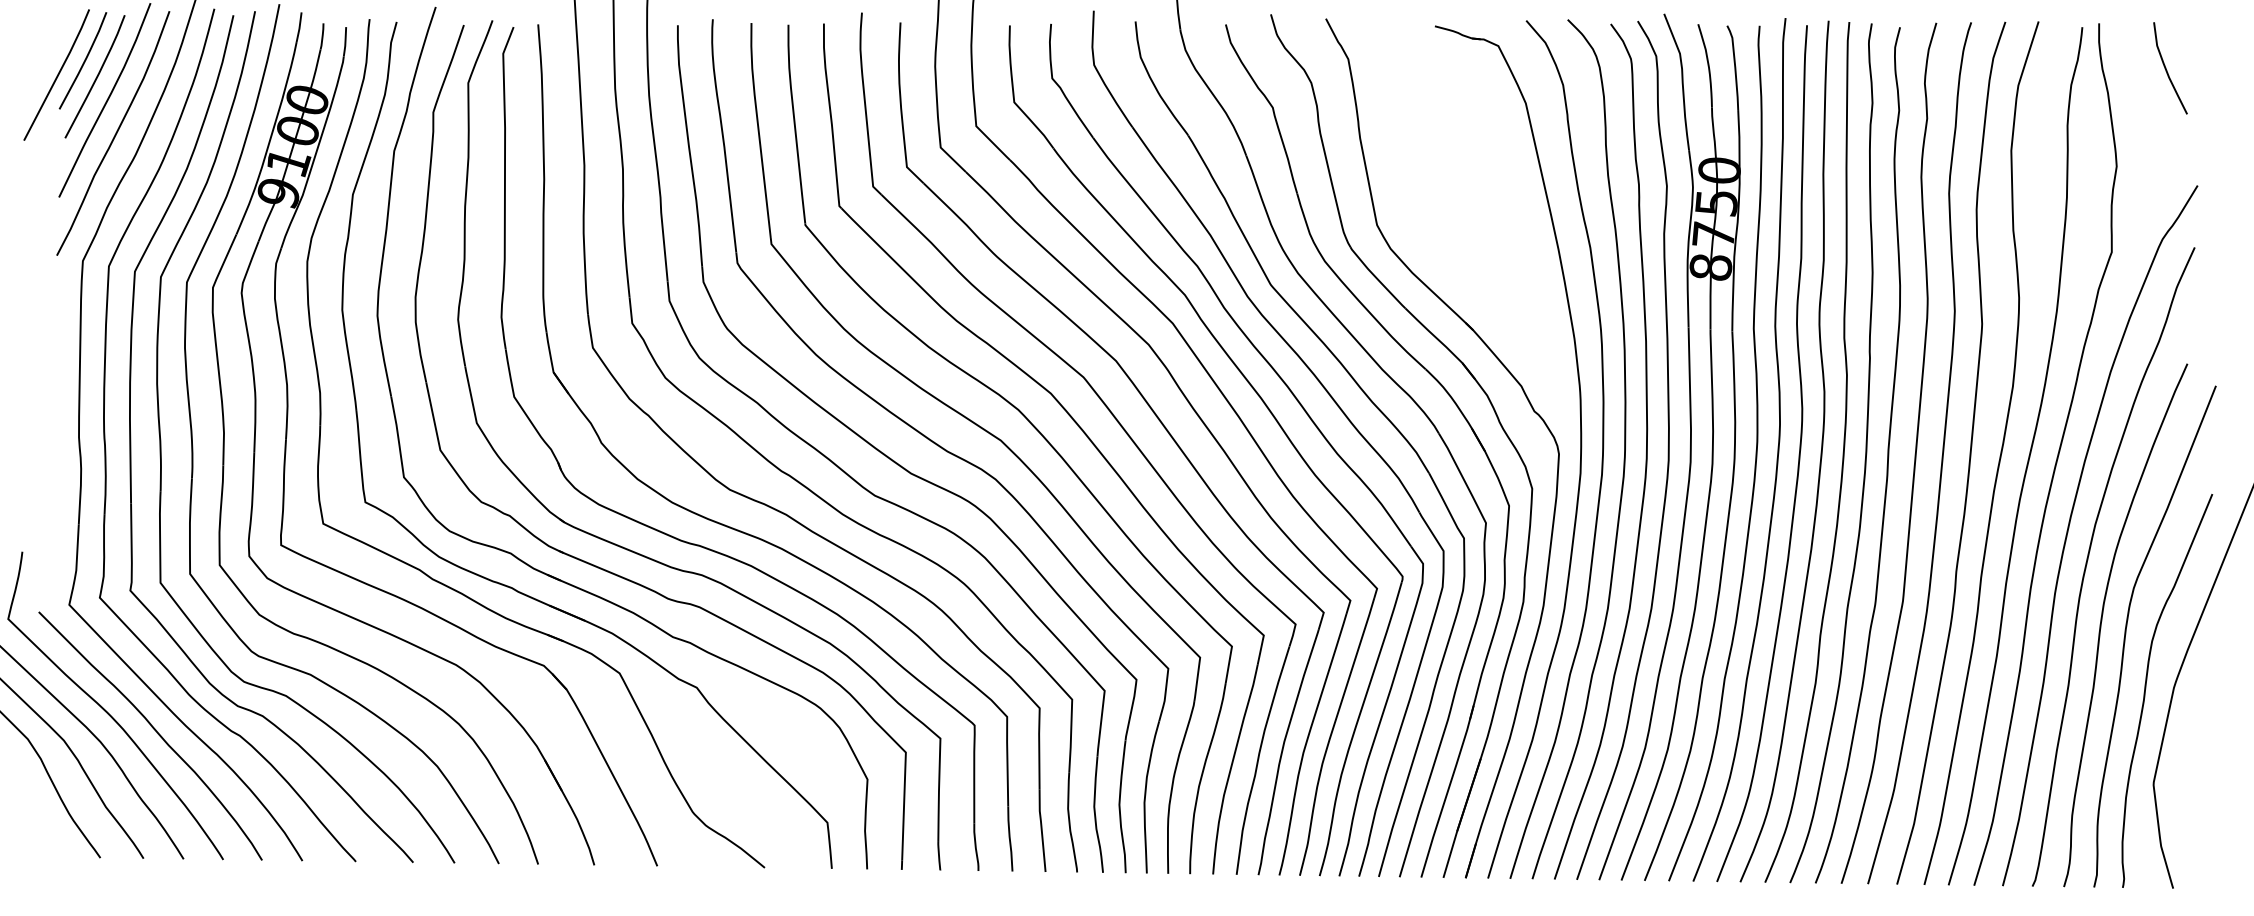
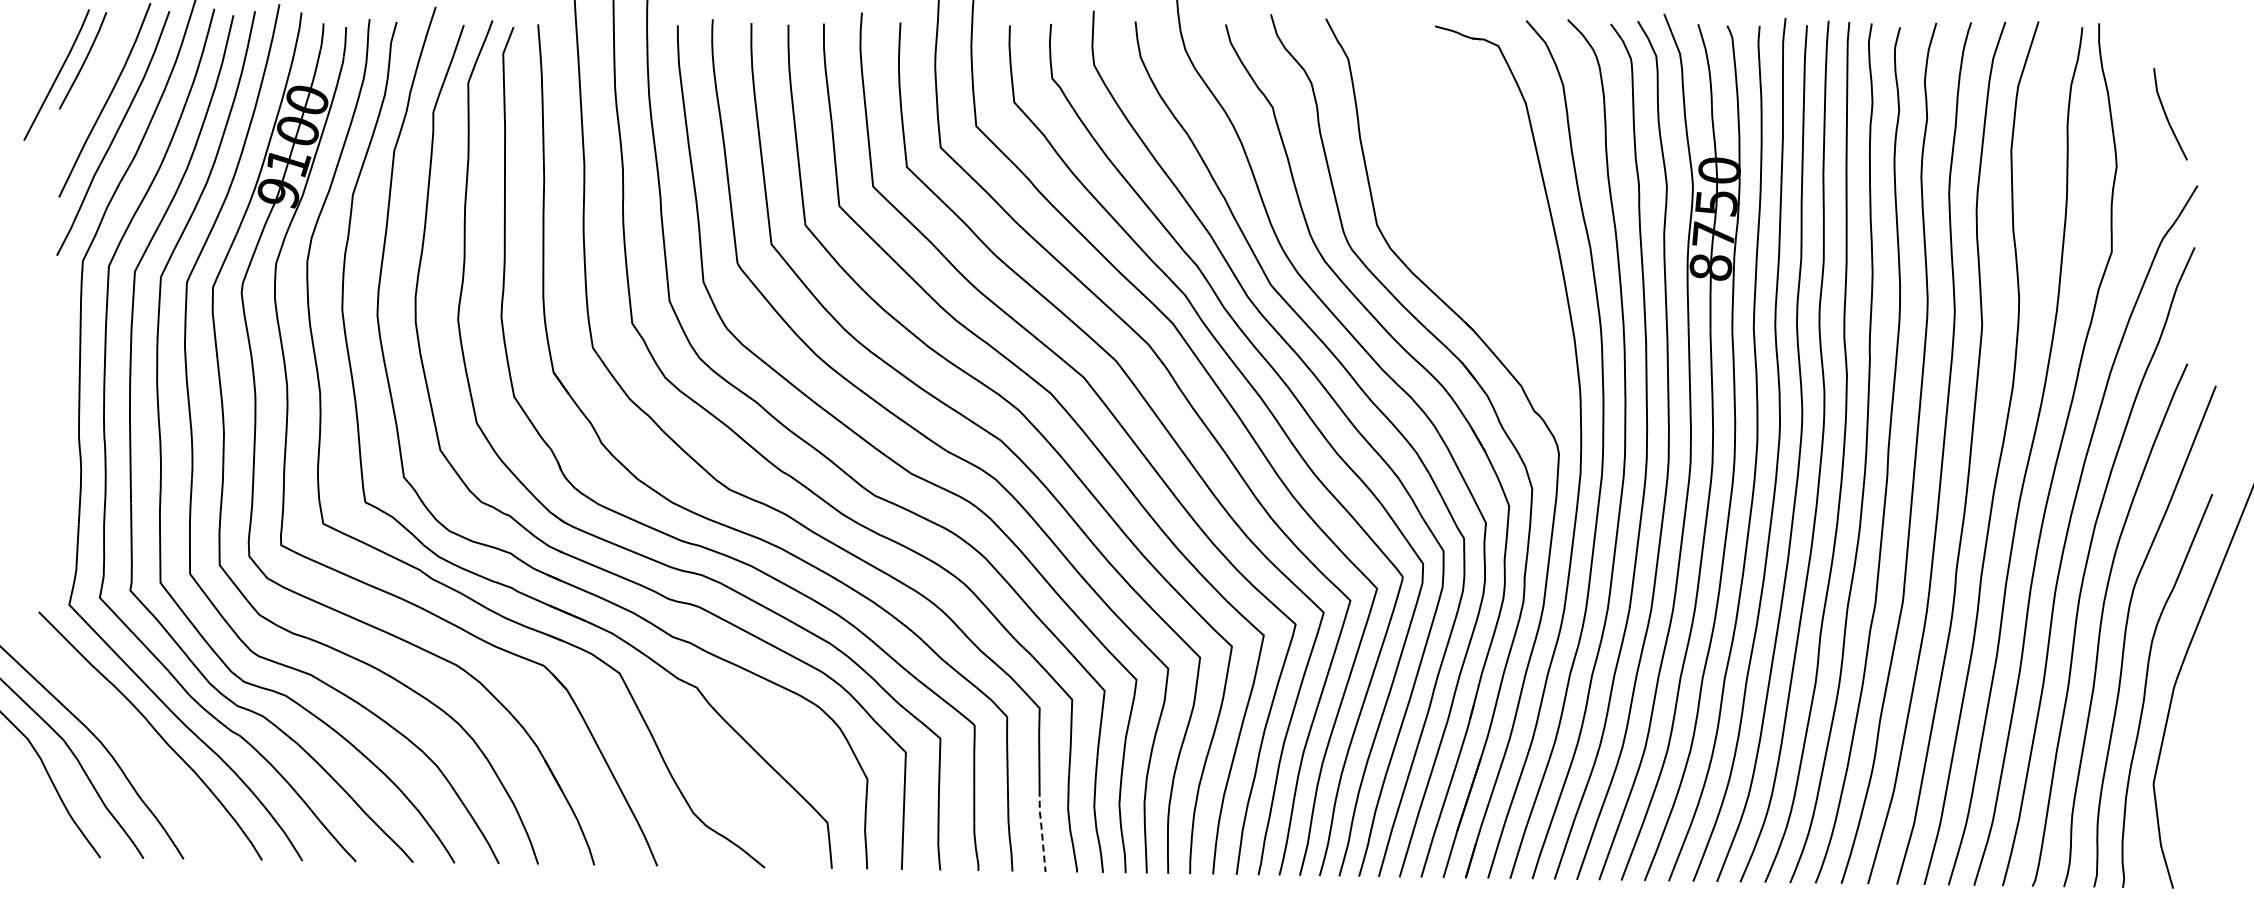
curve at (2167, 70) position: (2167, 70) -> (2167, 116)
curve at (95, 77): present -> none
curve at (108, 712): present -> none
line at (1041, 829): solid -> dashed
